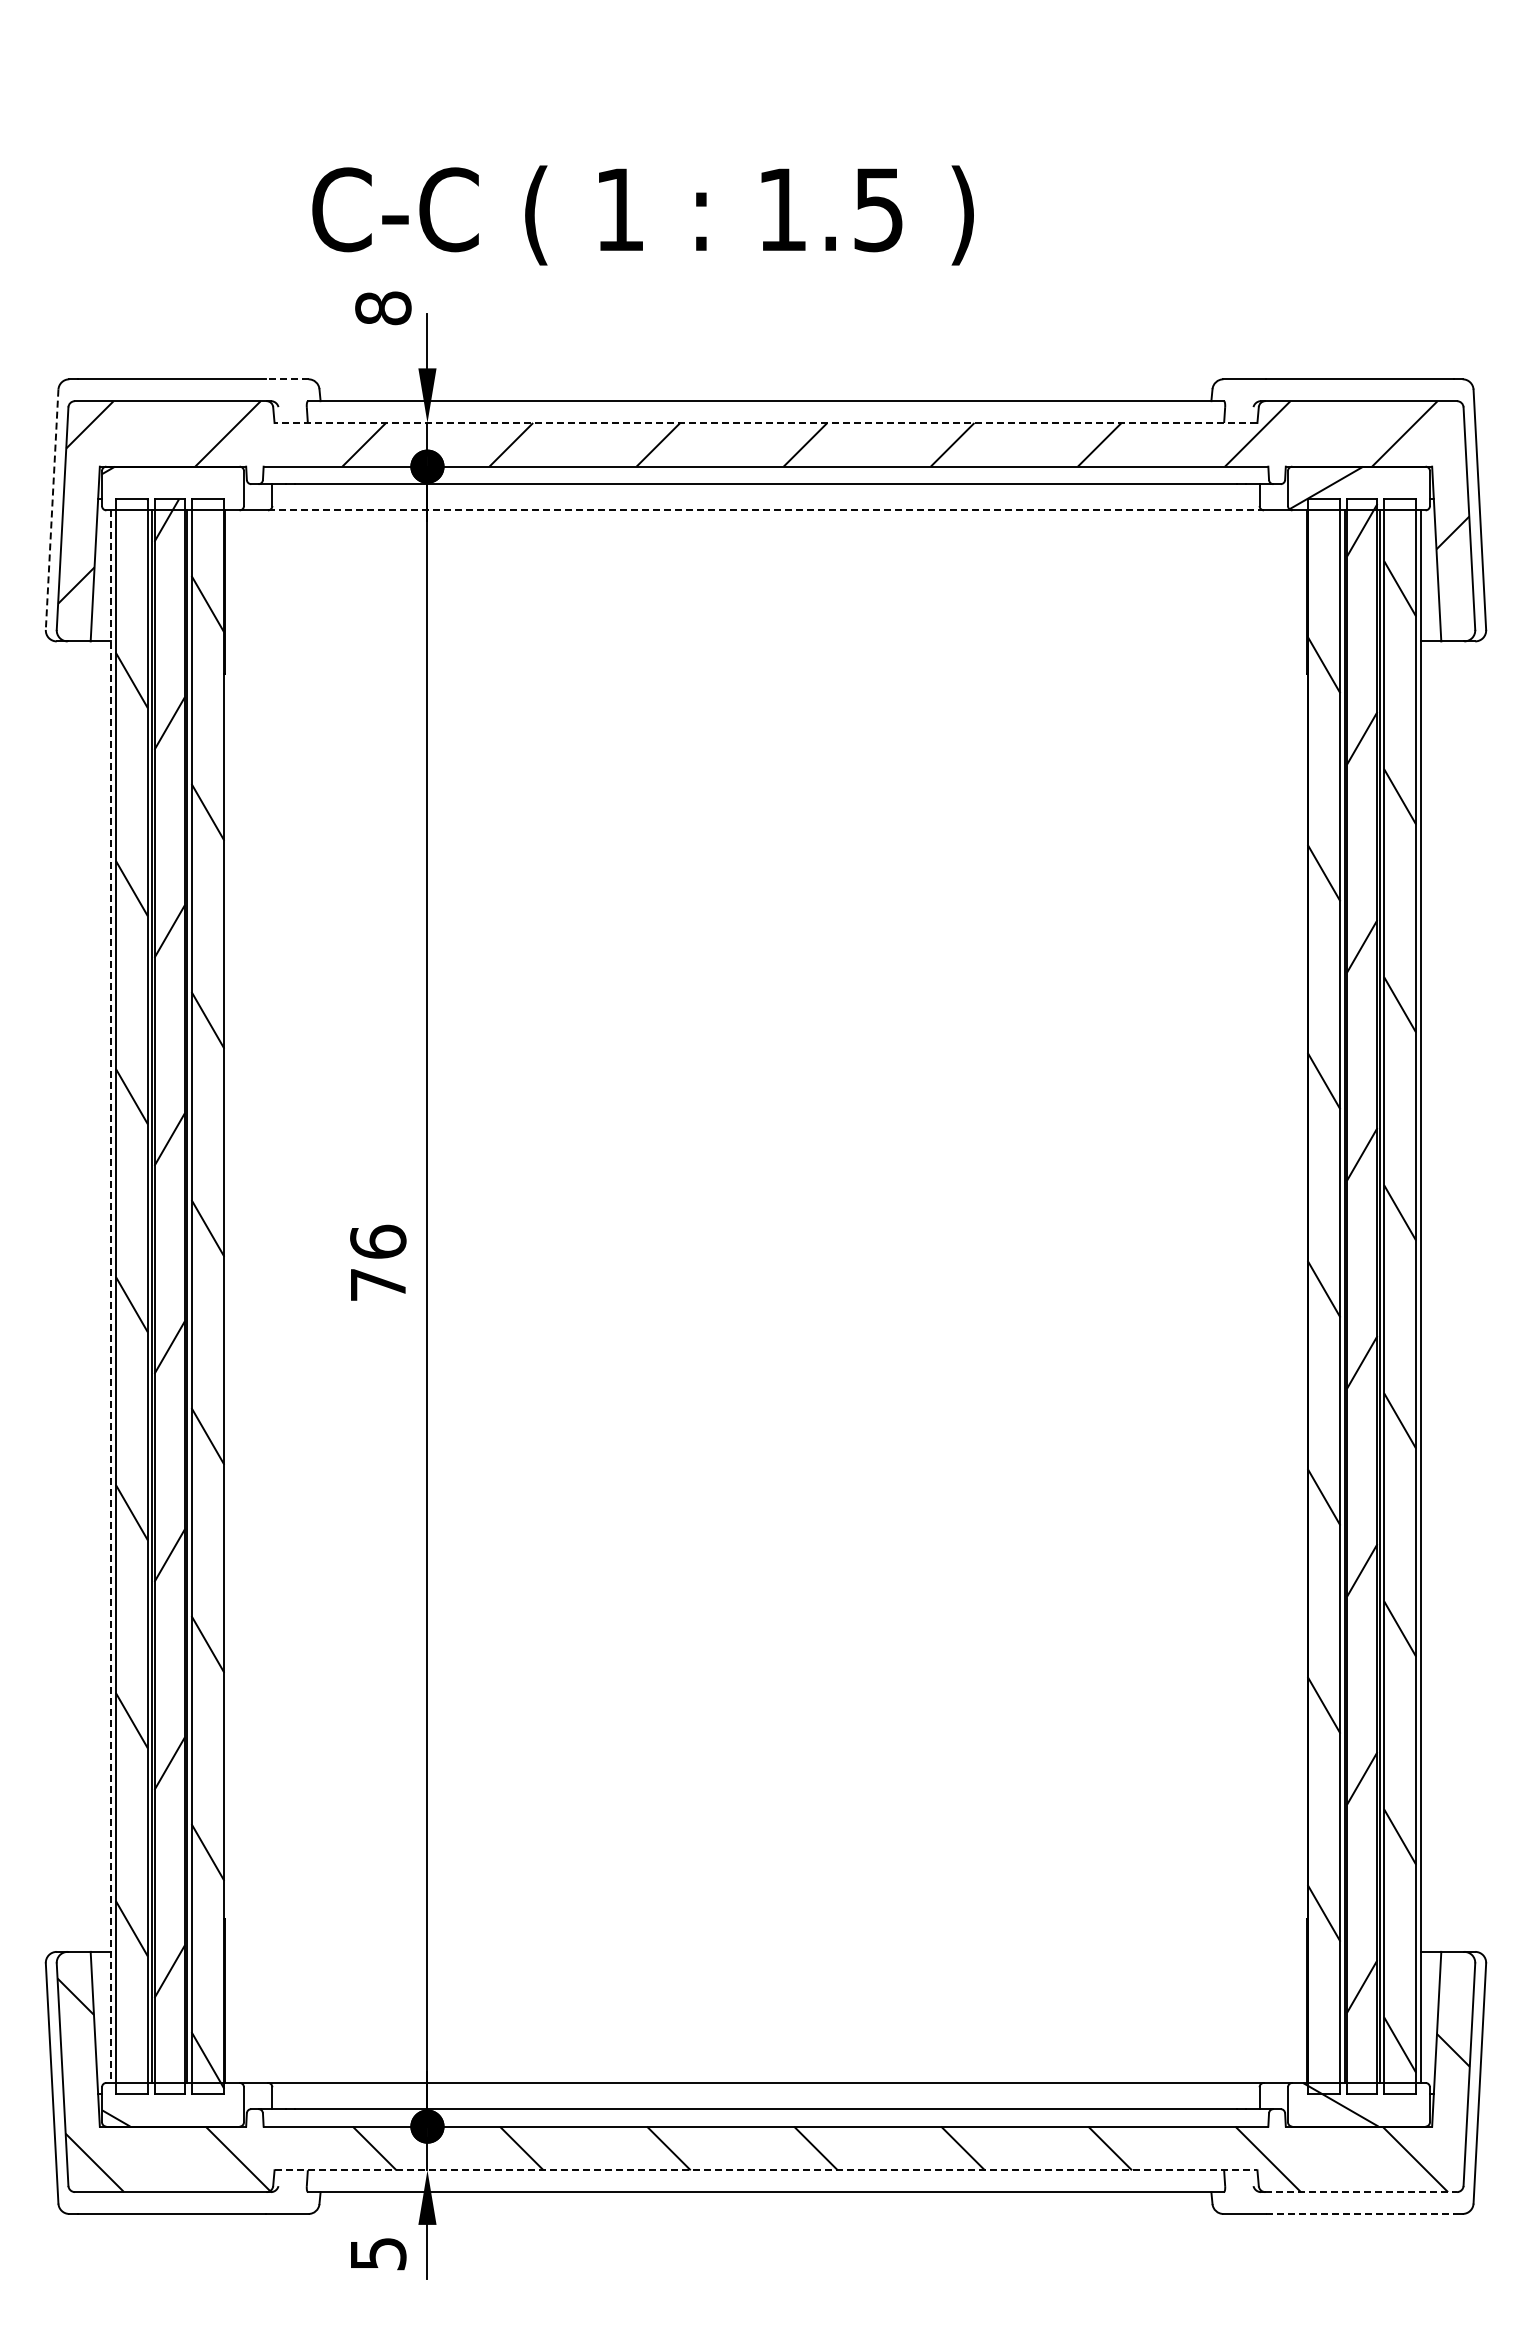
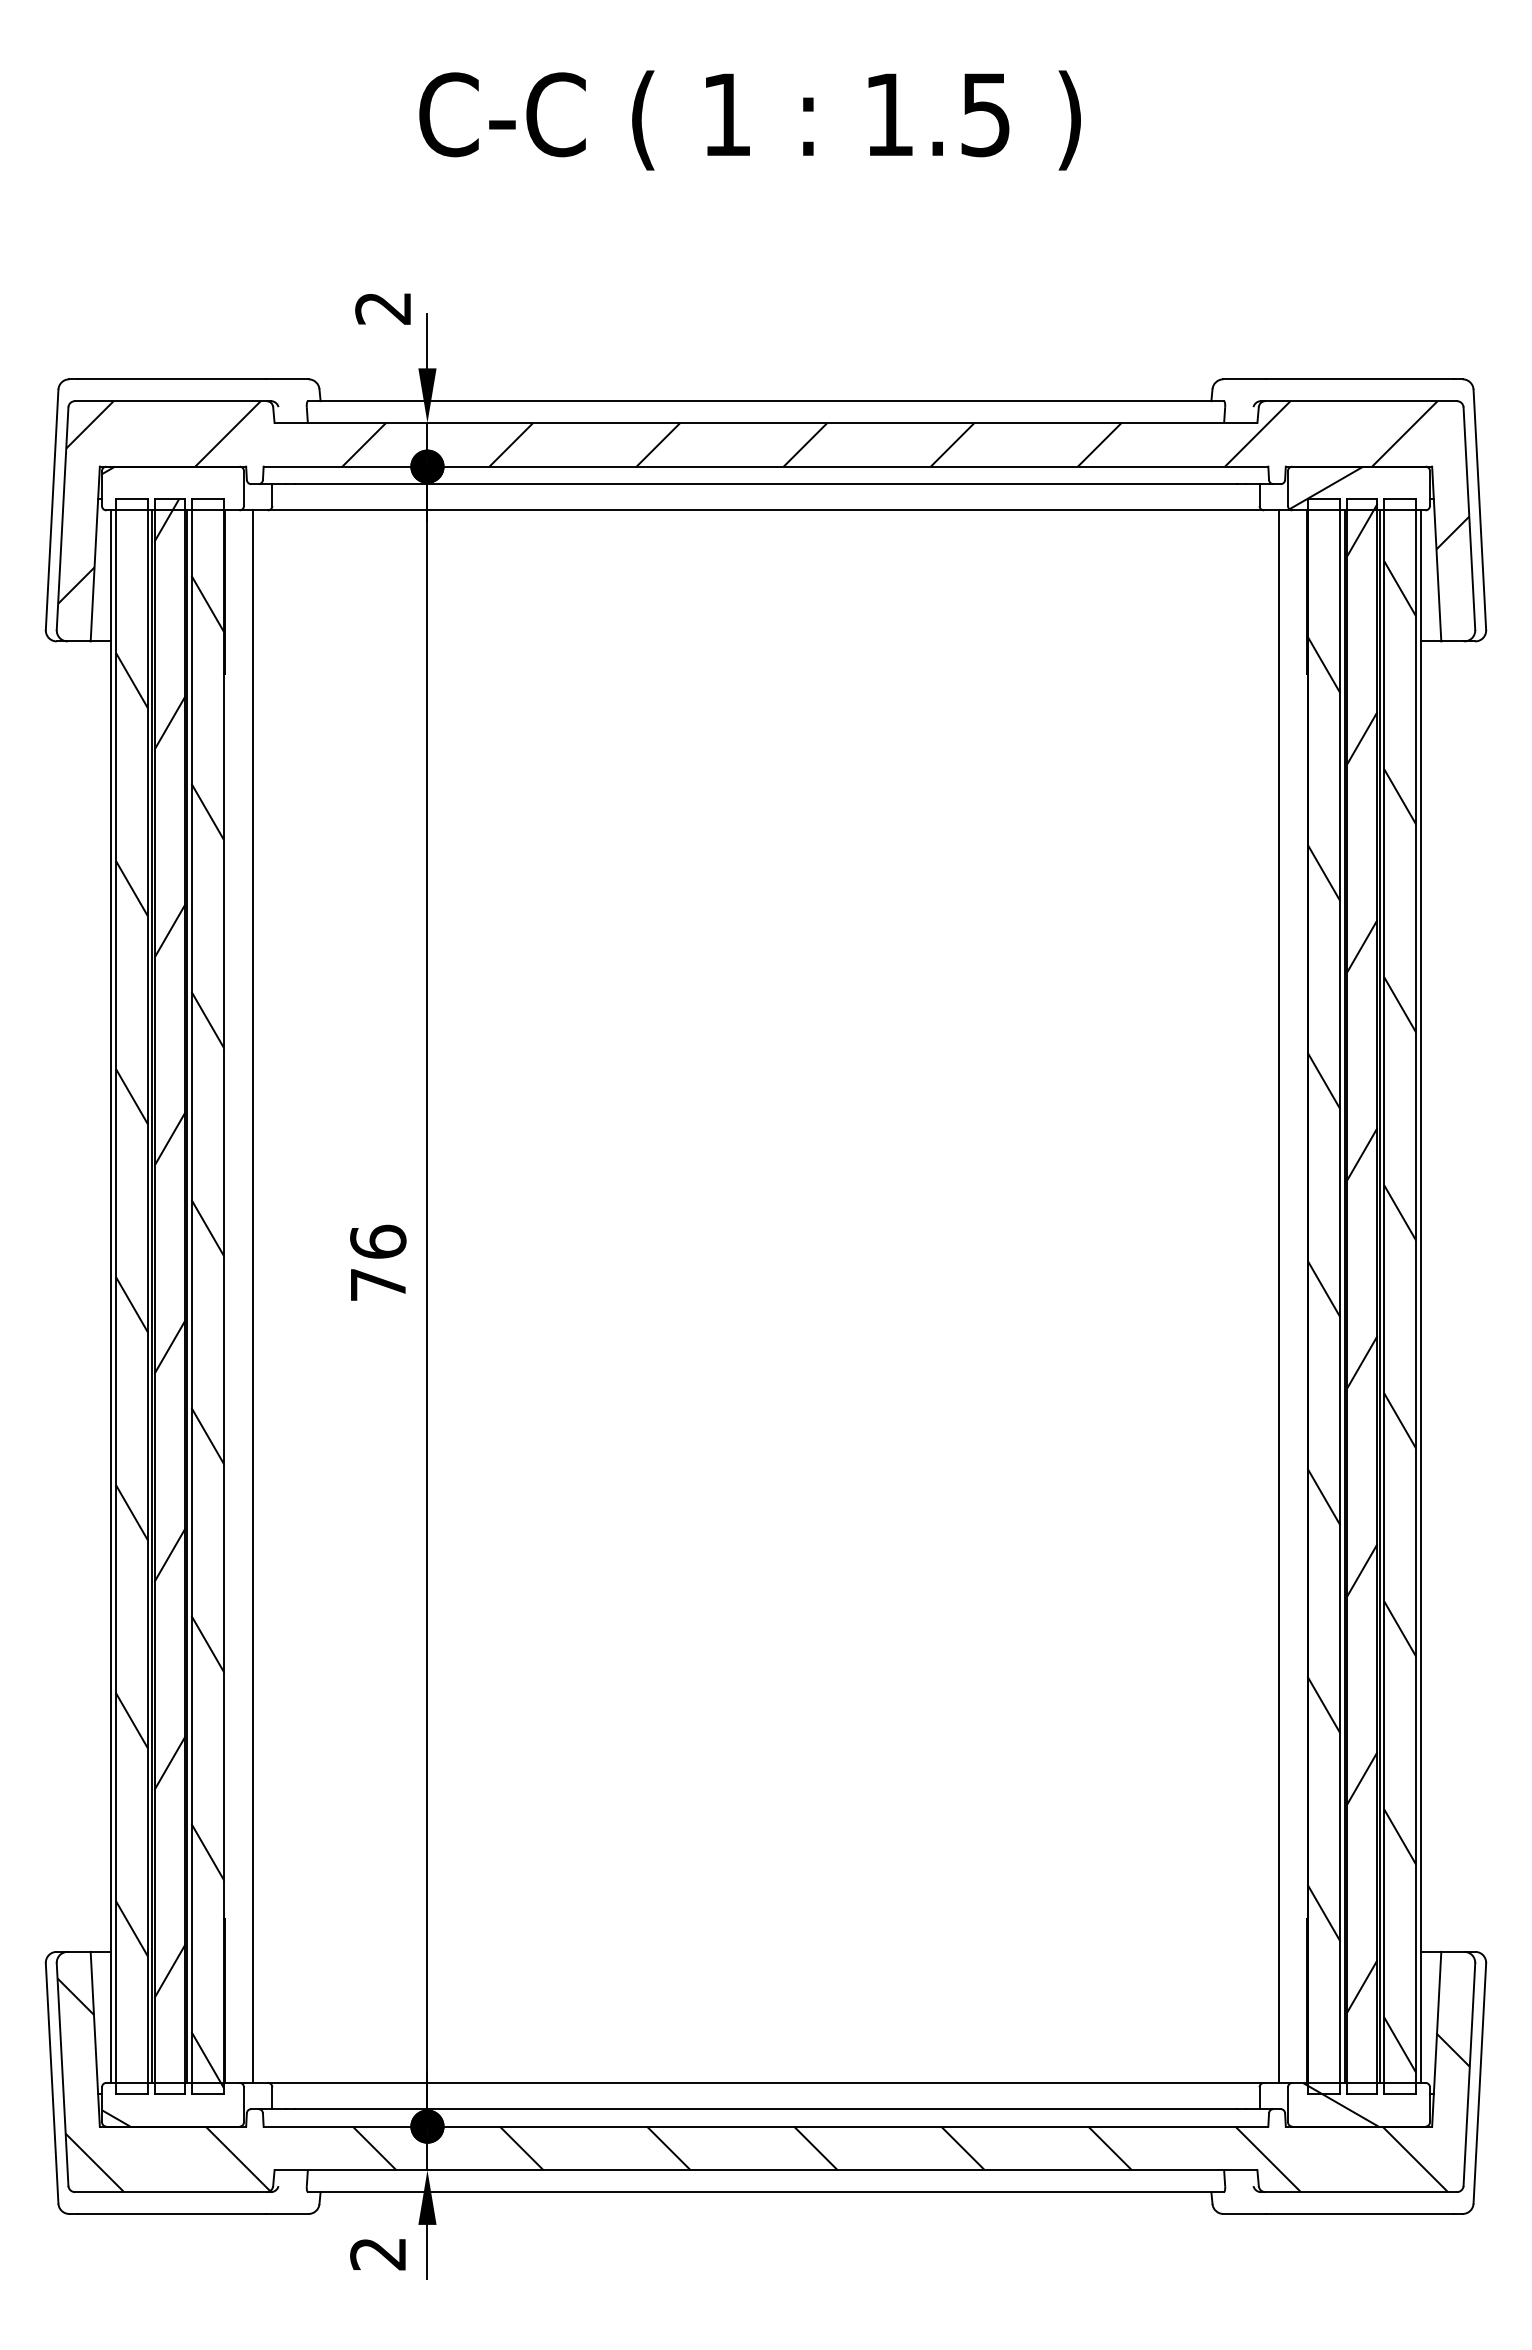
text at (642, 215) position: (642, 215) -> (749, 120)
text at (383, 308): 8 -> 2
line at (286, 379): dashed -> solid
line at (765, 423): dashed -> solid
line at (52, 510): dashed -> solid
line at (766, 510): dashed -> solid
line at (252, 1296): none -> present
line at (1279, 1296): none -> present
line at (110, 1297): dashed -> solid
line at (766, 2170): dashed -> solid
line at (1361, 2192): dashed -> solid
line at (1359, 2213): dashed -> solid
text at (378, 2254): 5 -> 2
